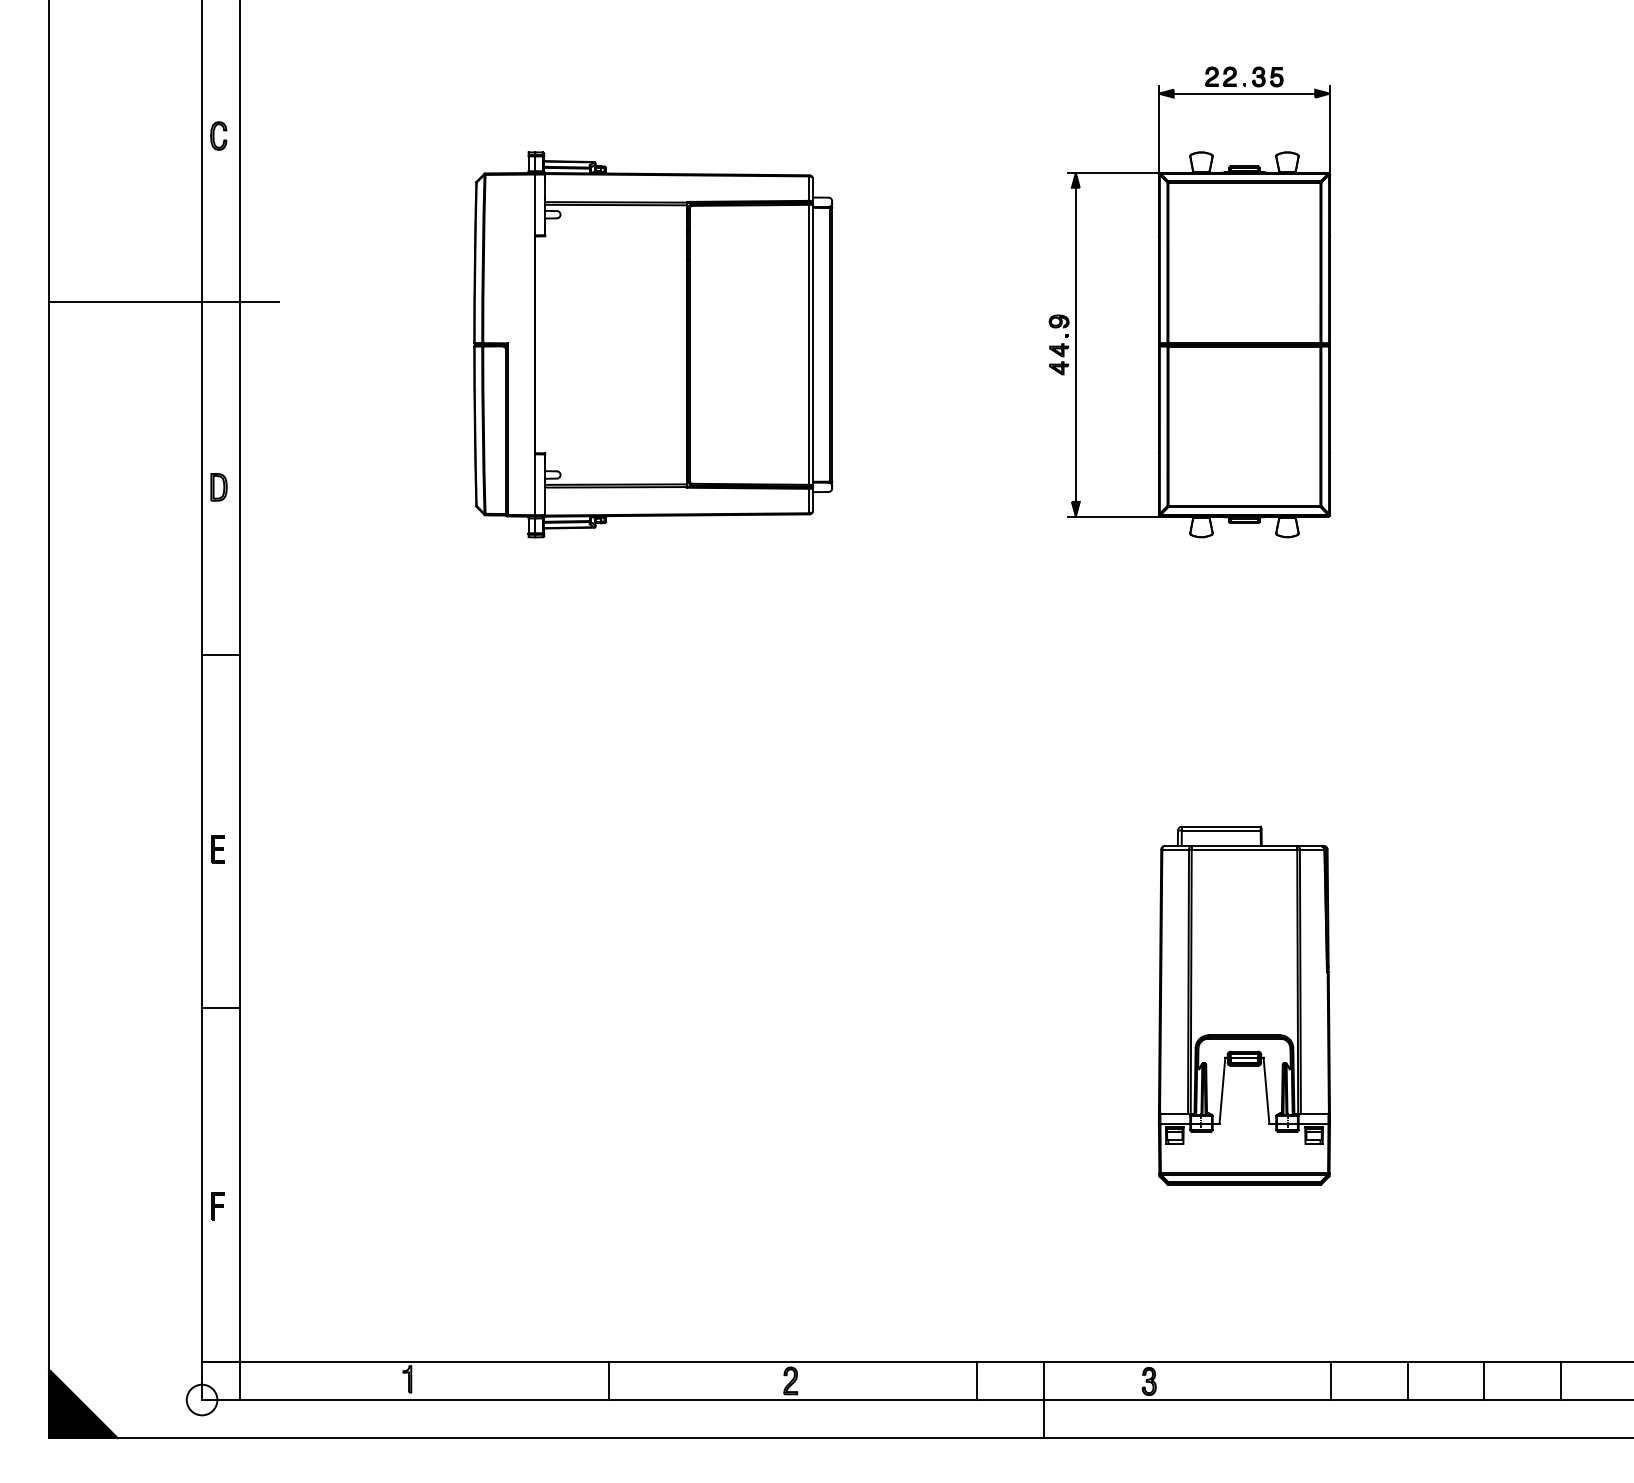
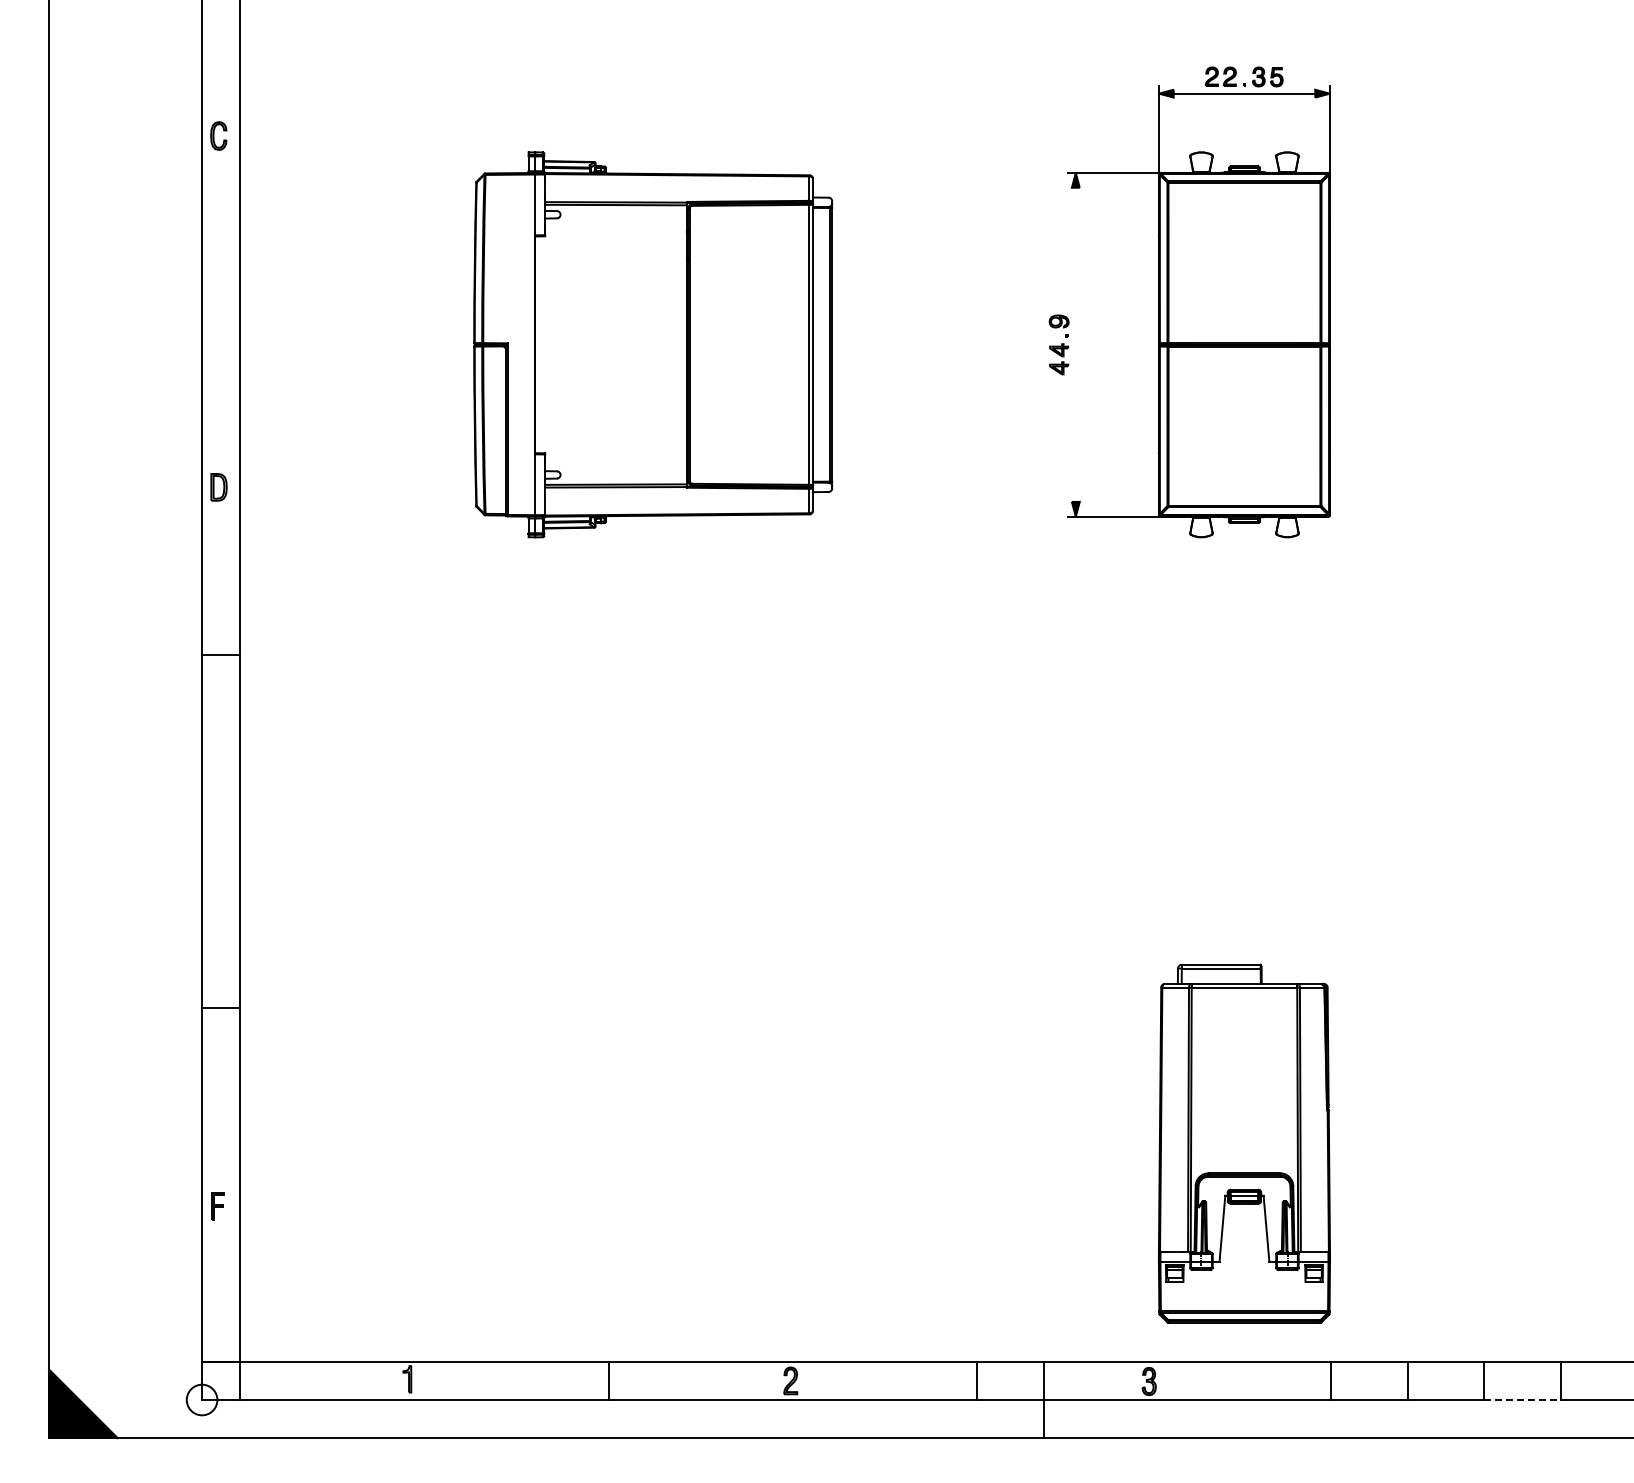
line at (163, 301): present -> none
line at (1075, 344): present -> none
part at (217, 849): present -> none
part at (1243, 1005) position: (1243, 1005) -> (1243, 1143)
line at (1523, 1400): solid -> dashed
